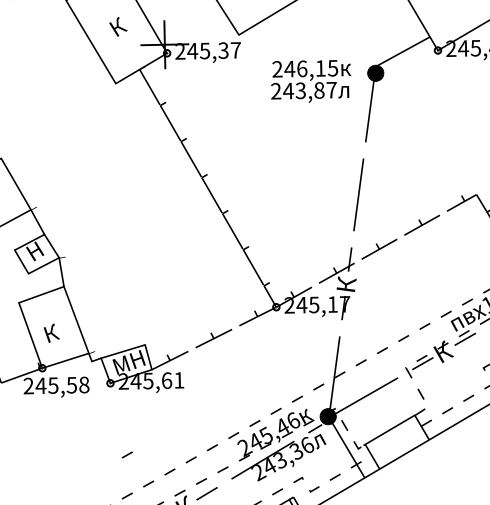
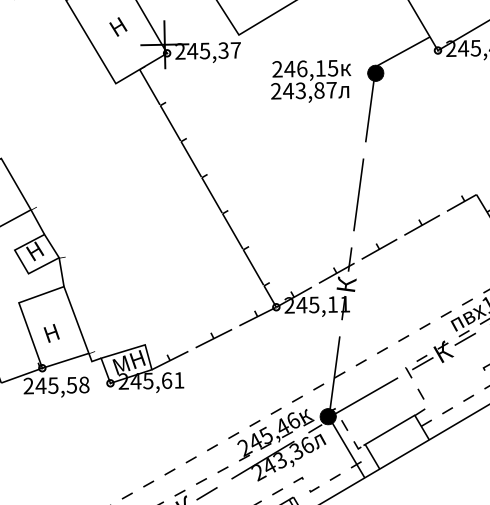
text at (121, 24): К -> Н
text at (345, 304): 245,17 -> 245,11
text at (54, 331): К -> Н
line at (126, 454): present -> none
